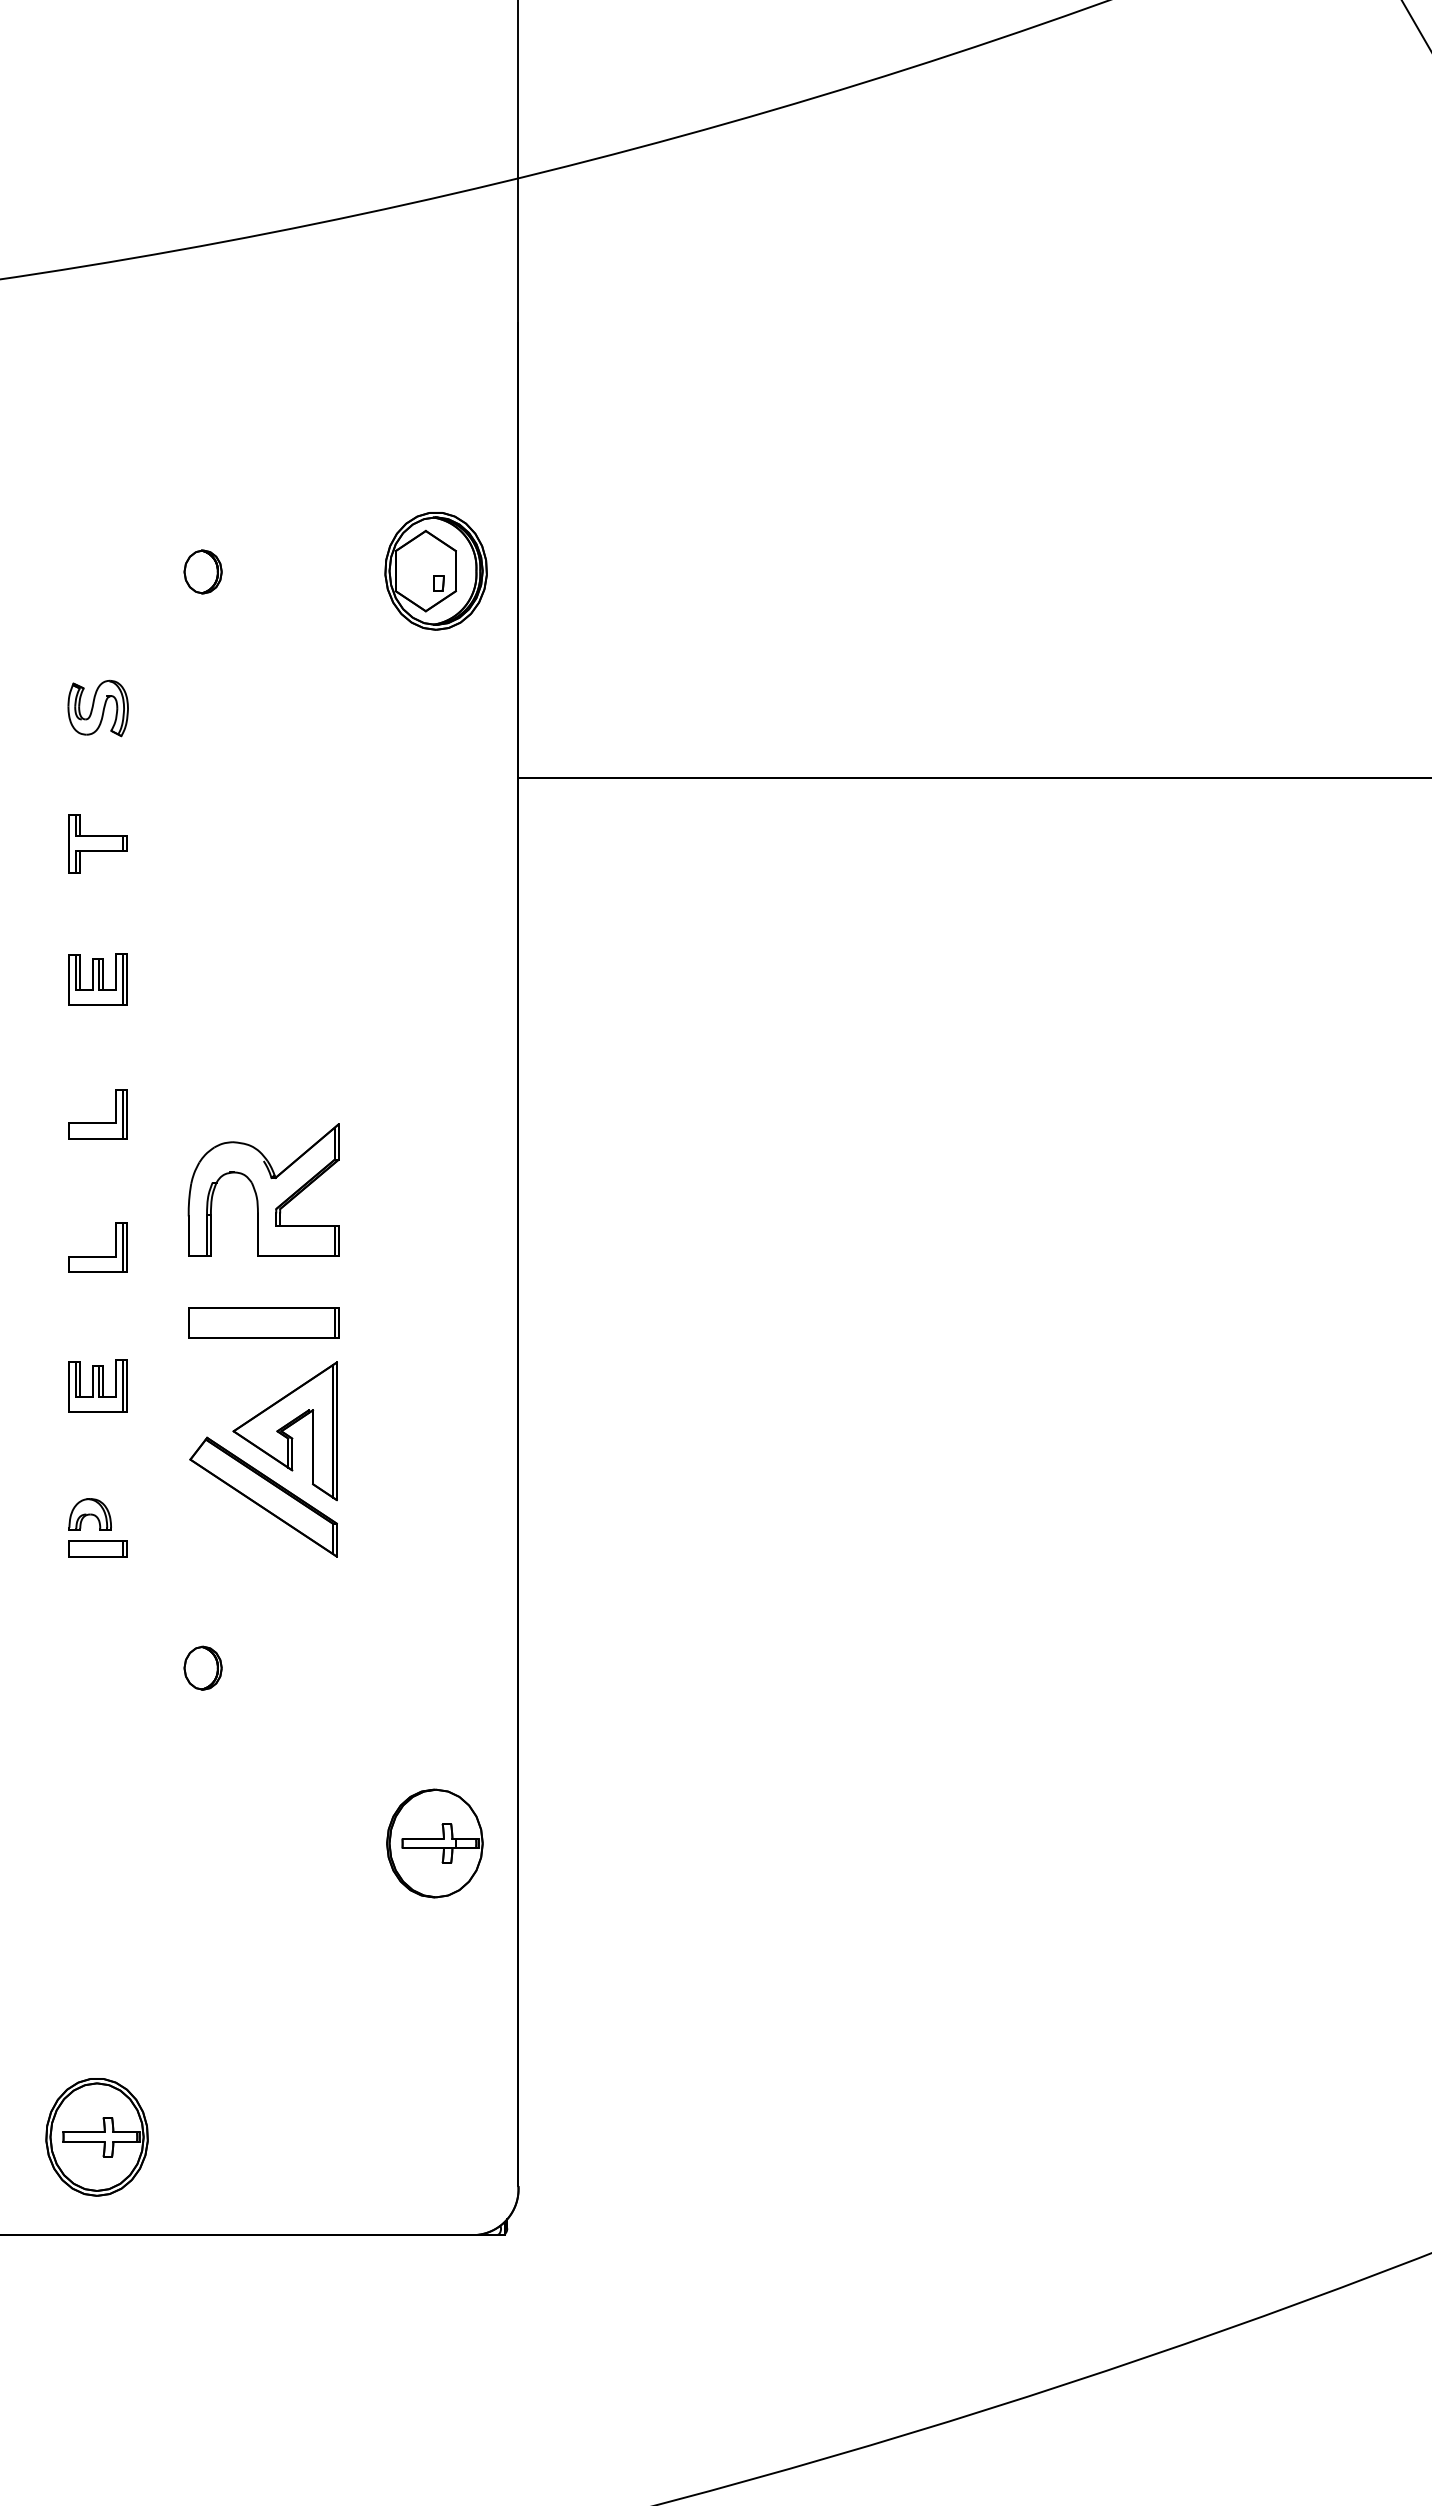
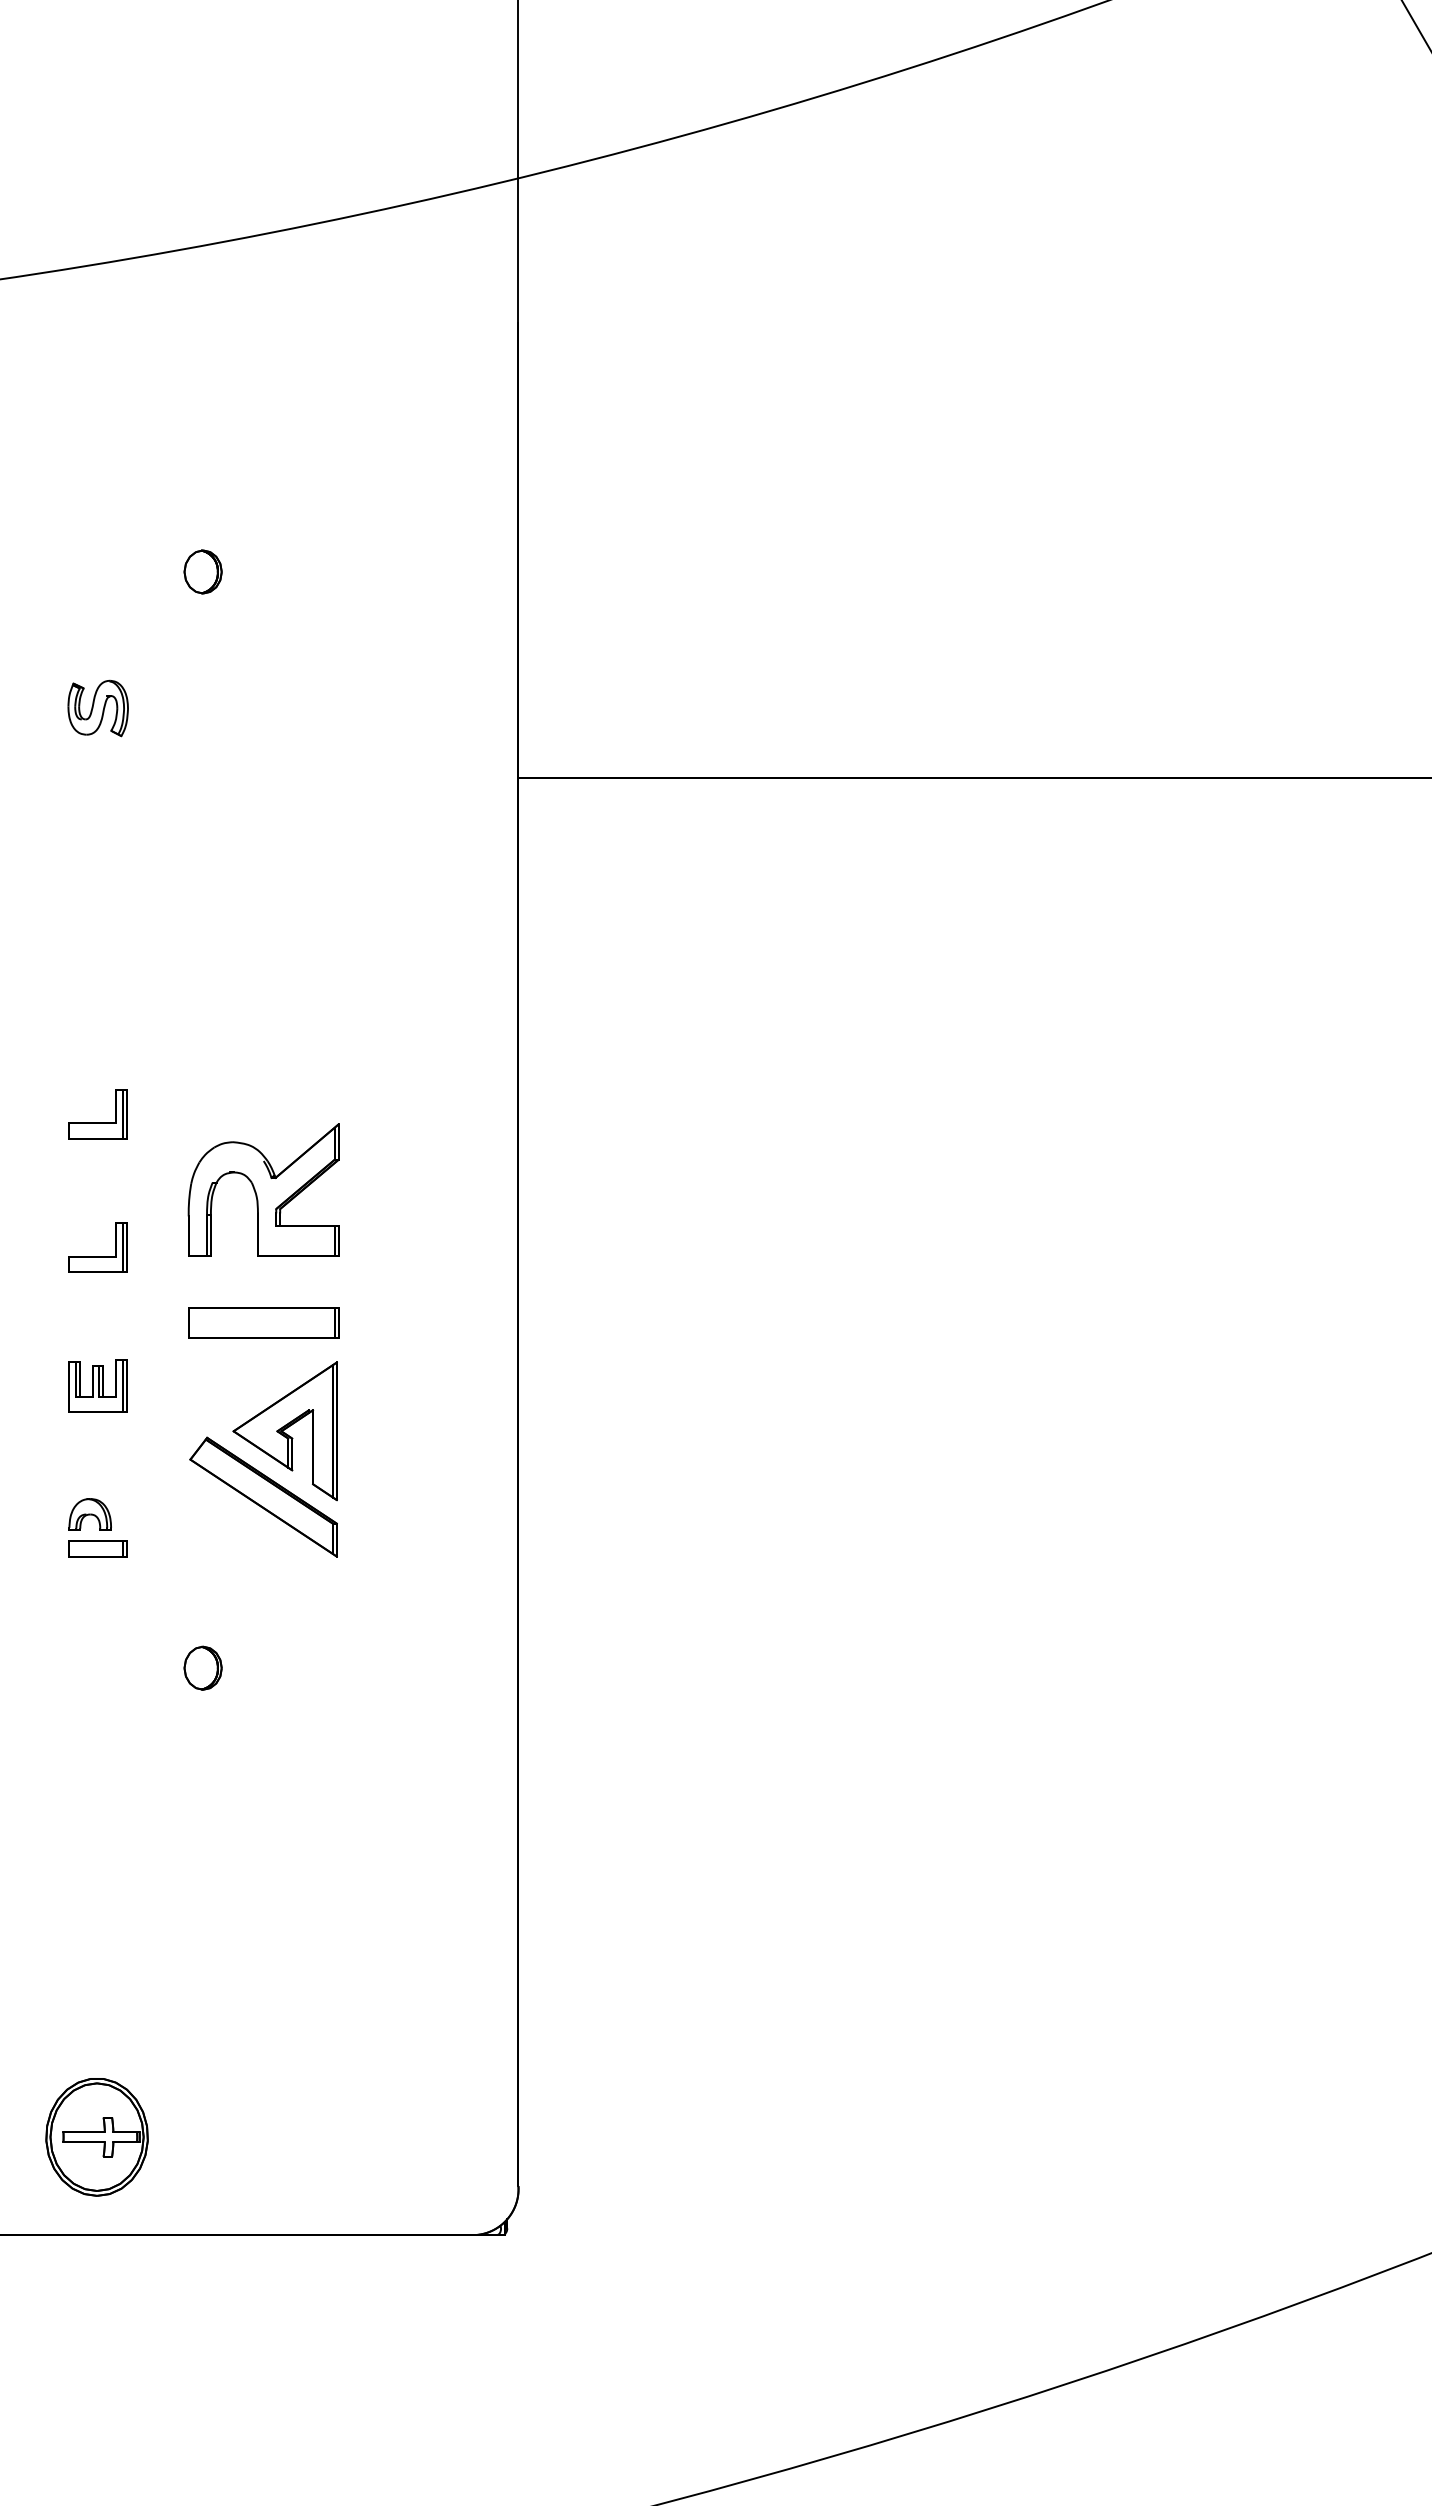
part at (435, 571): present -> none
part at (97, 843): present -> none
part at (97, 979): present -> none
part at (434, 1843): present -> none
